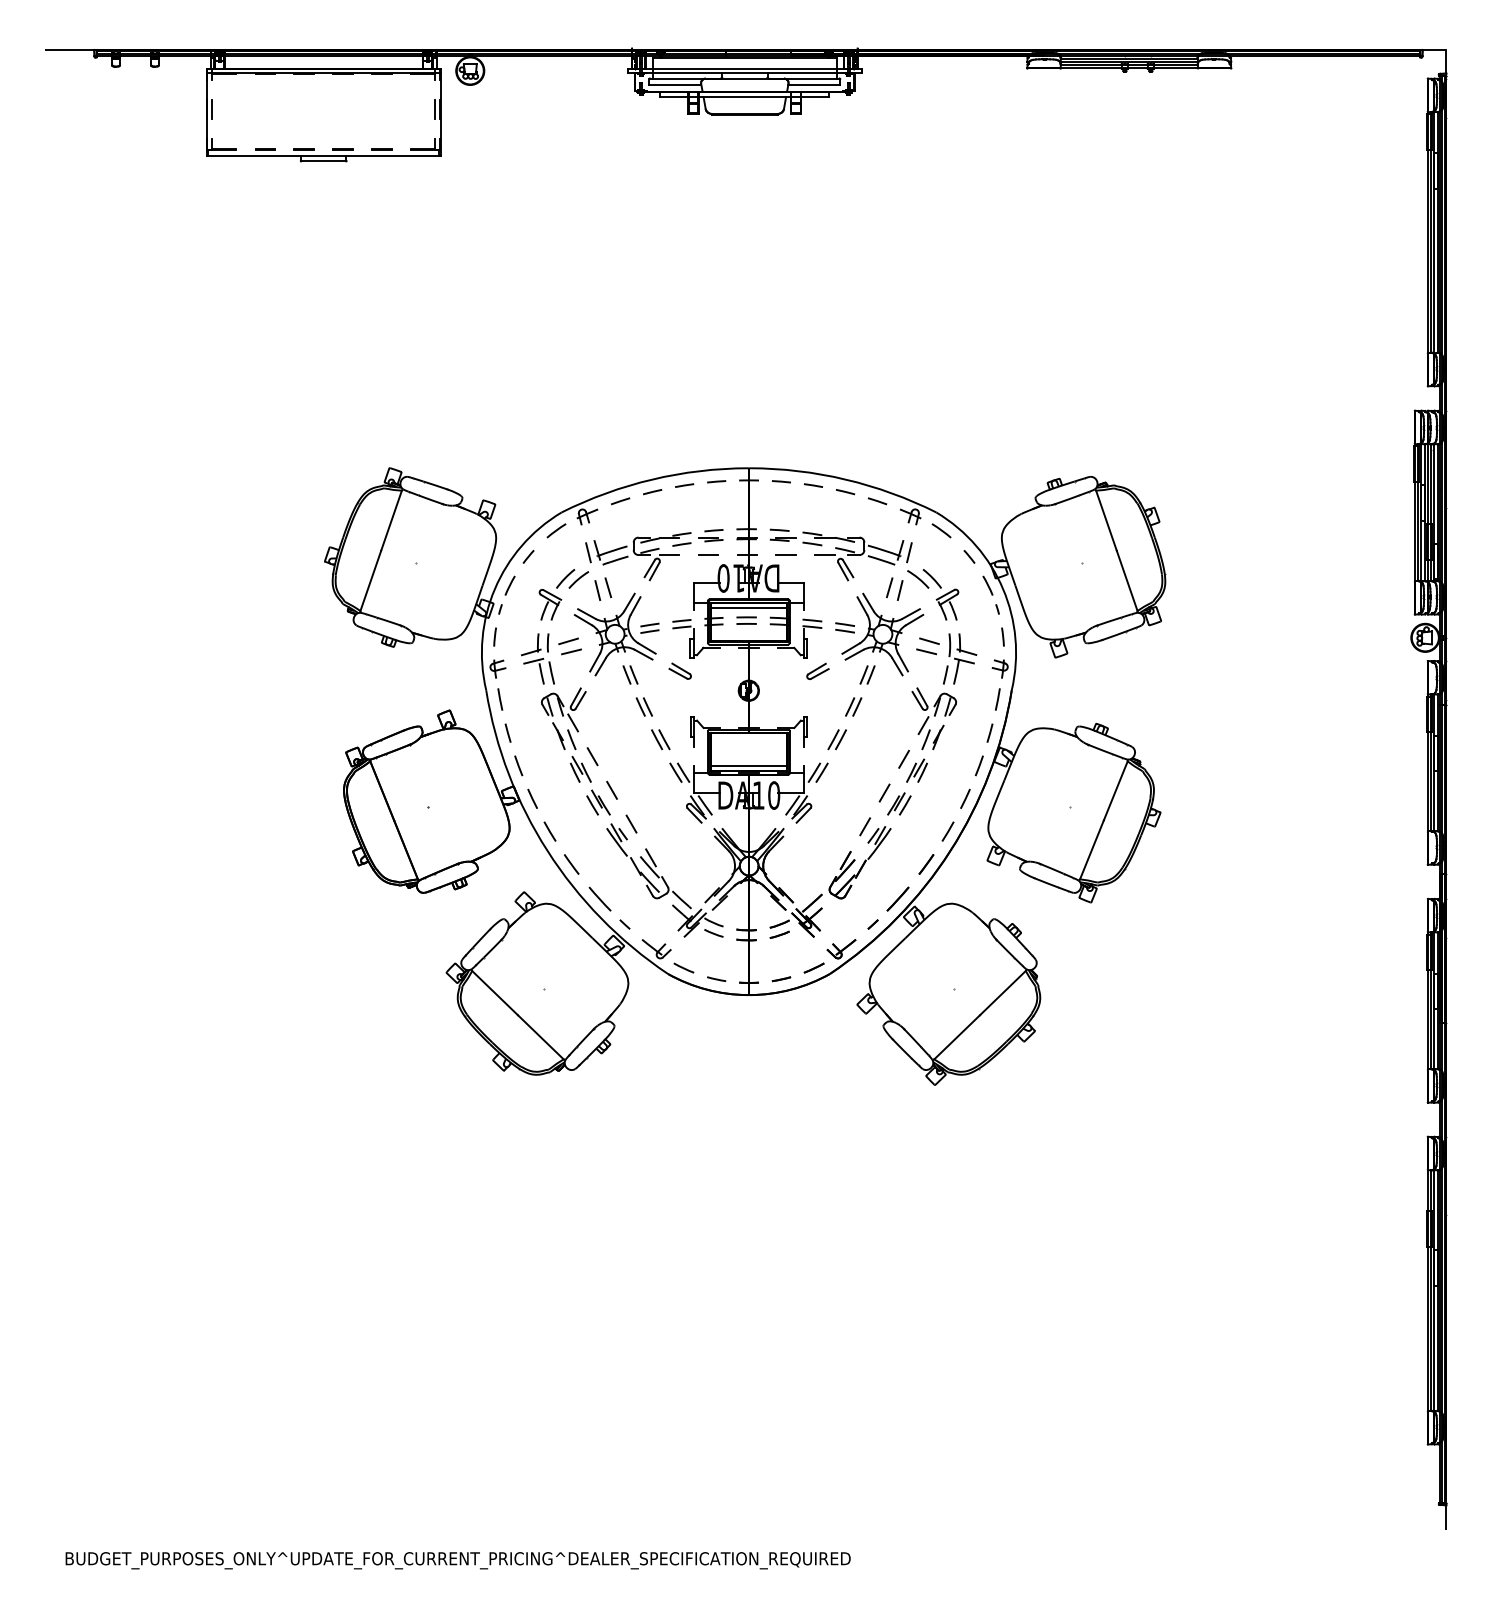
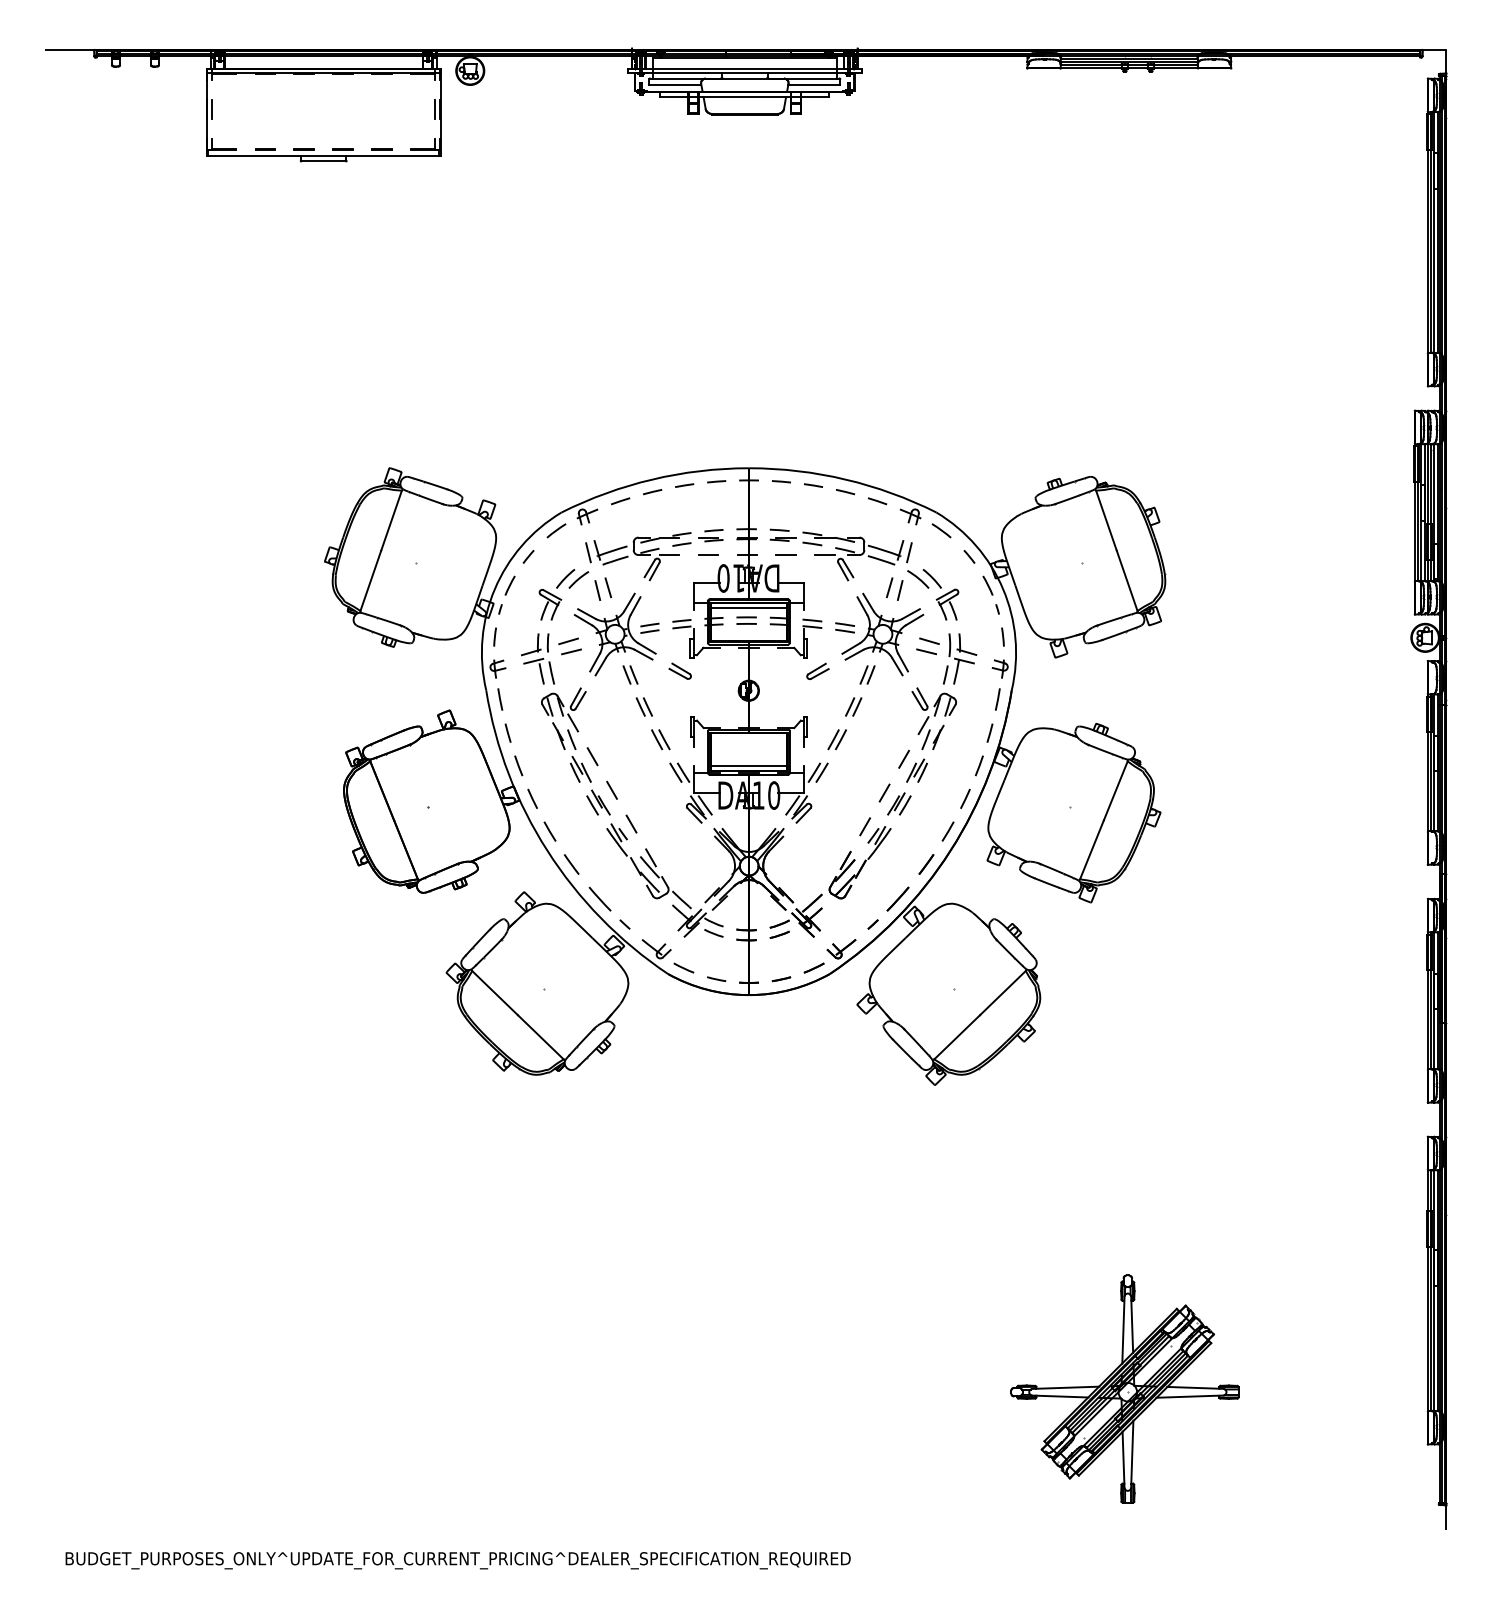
part at (1124, 1388): none -> present
